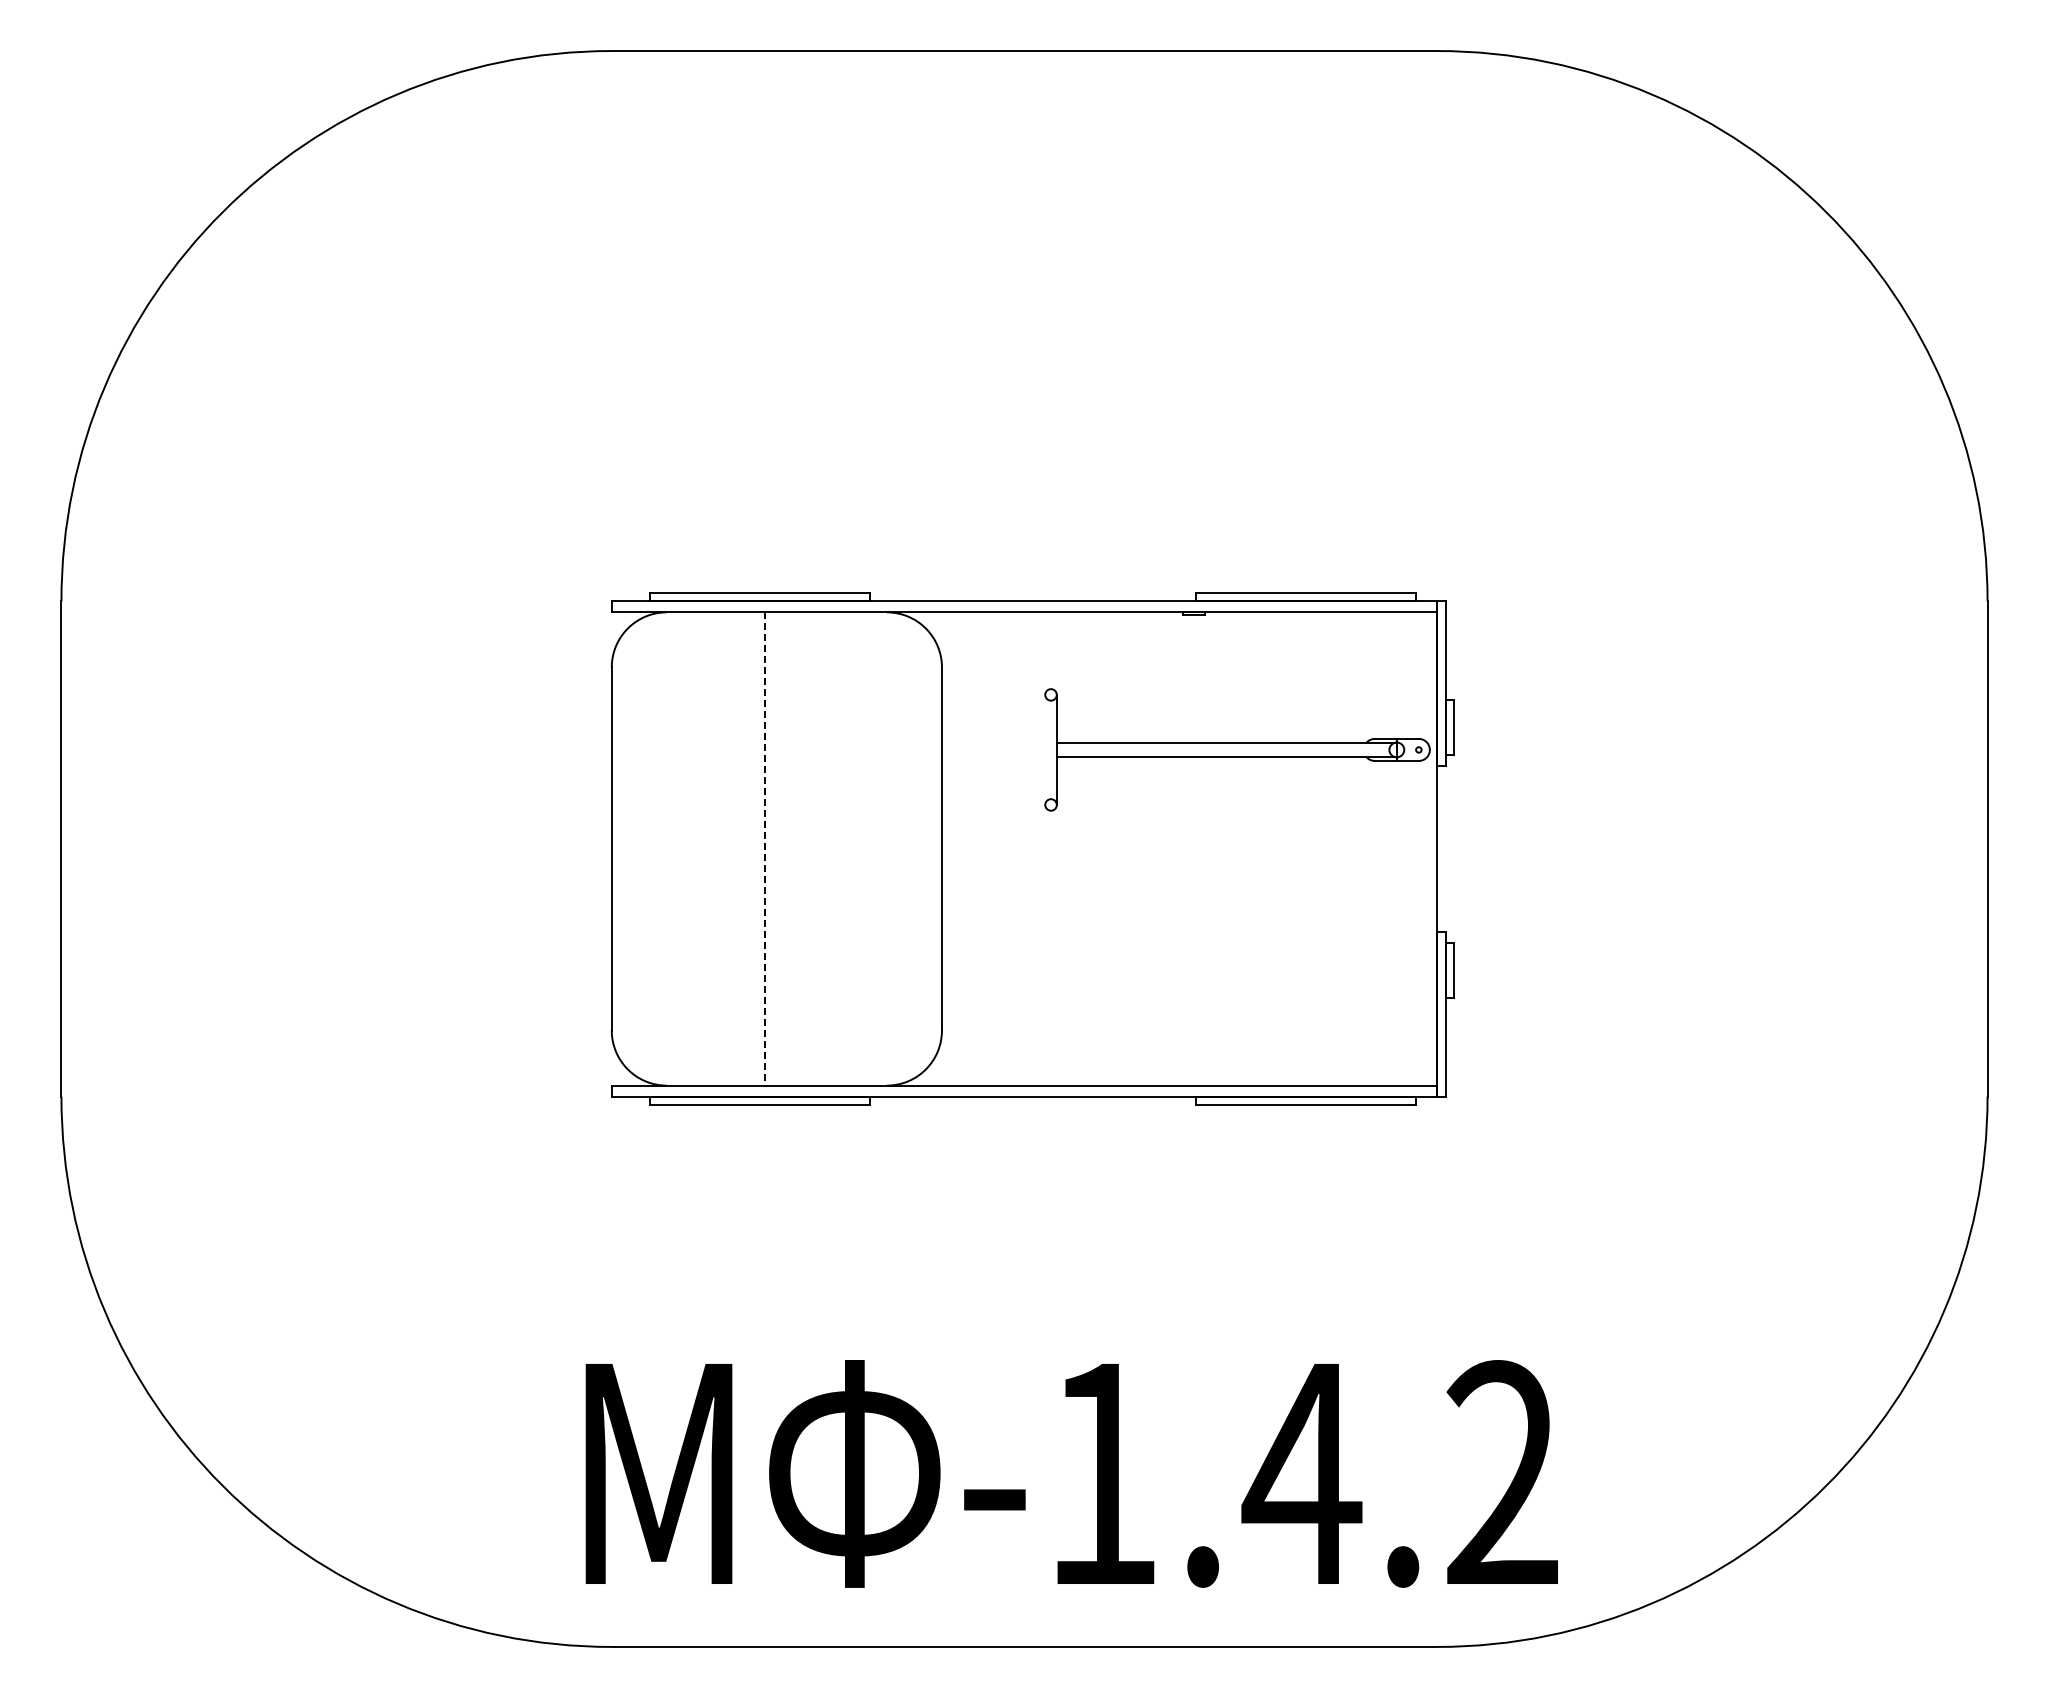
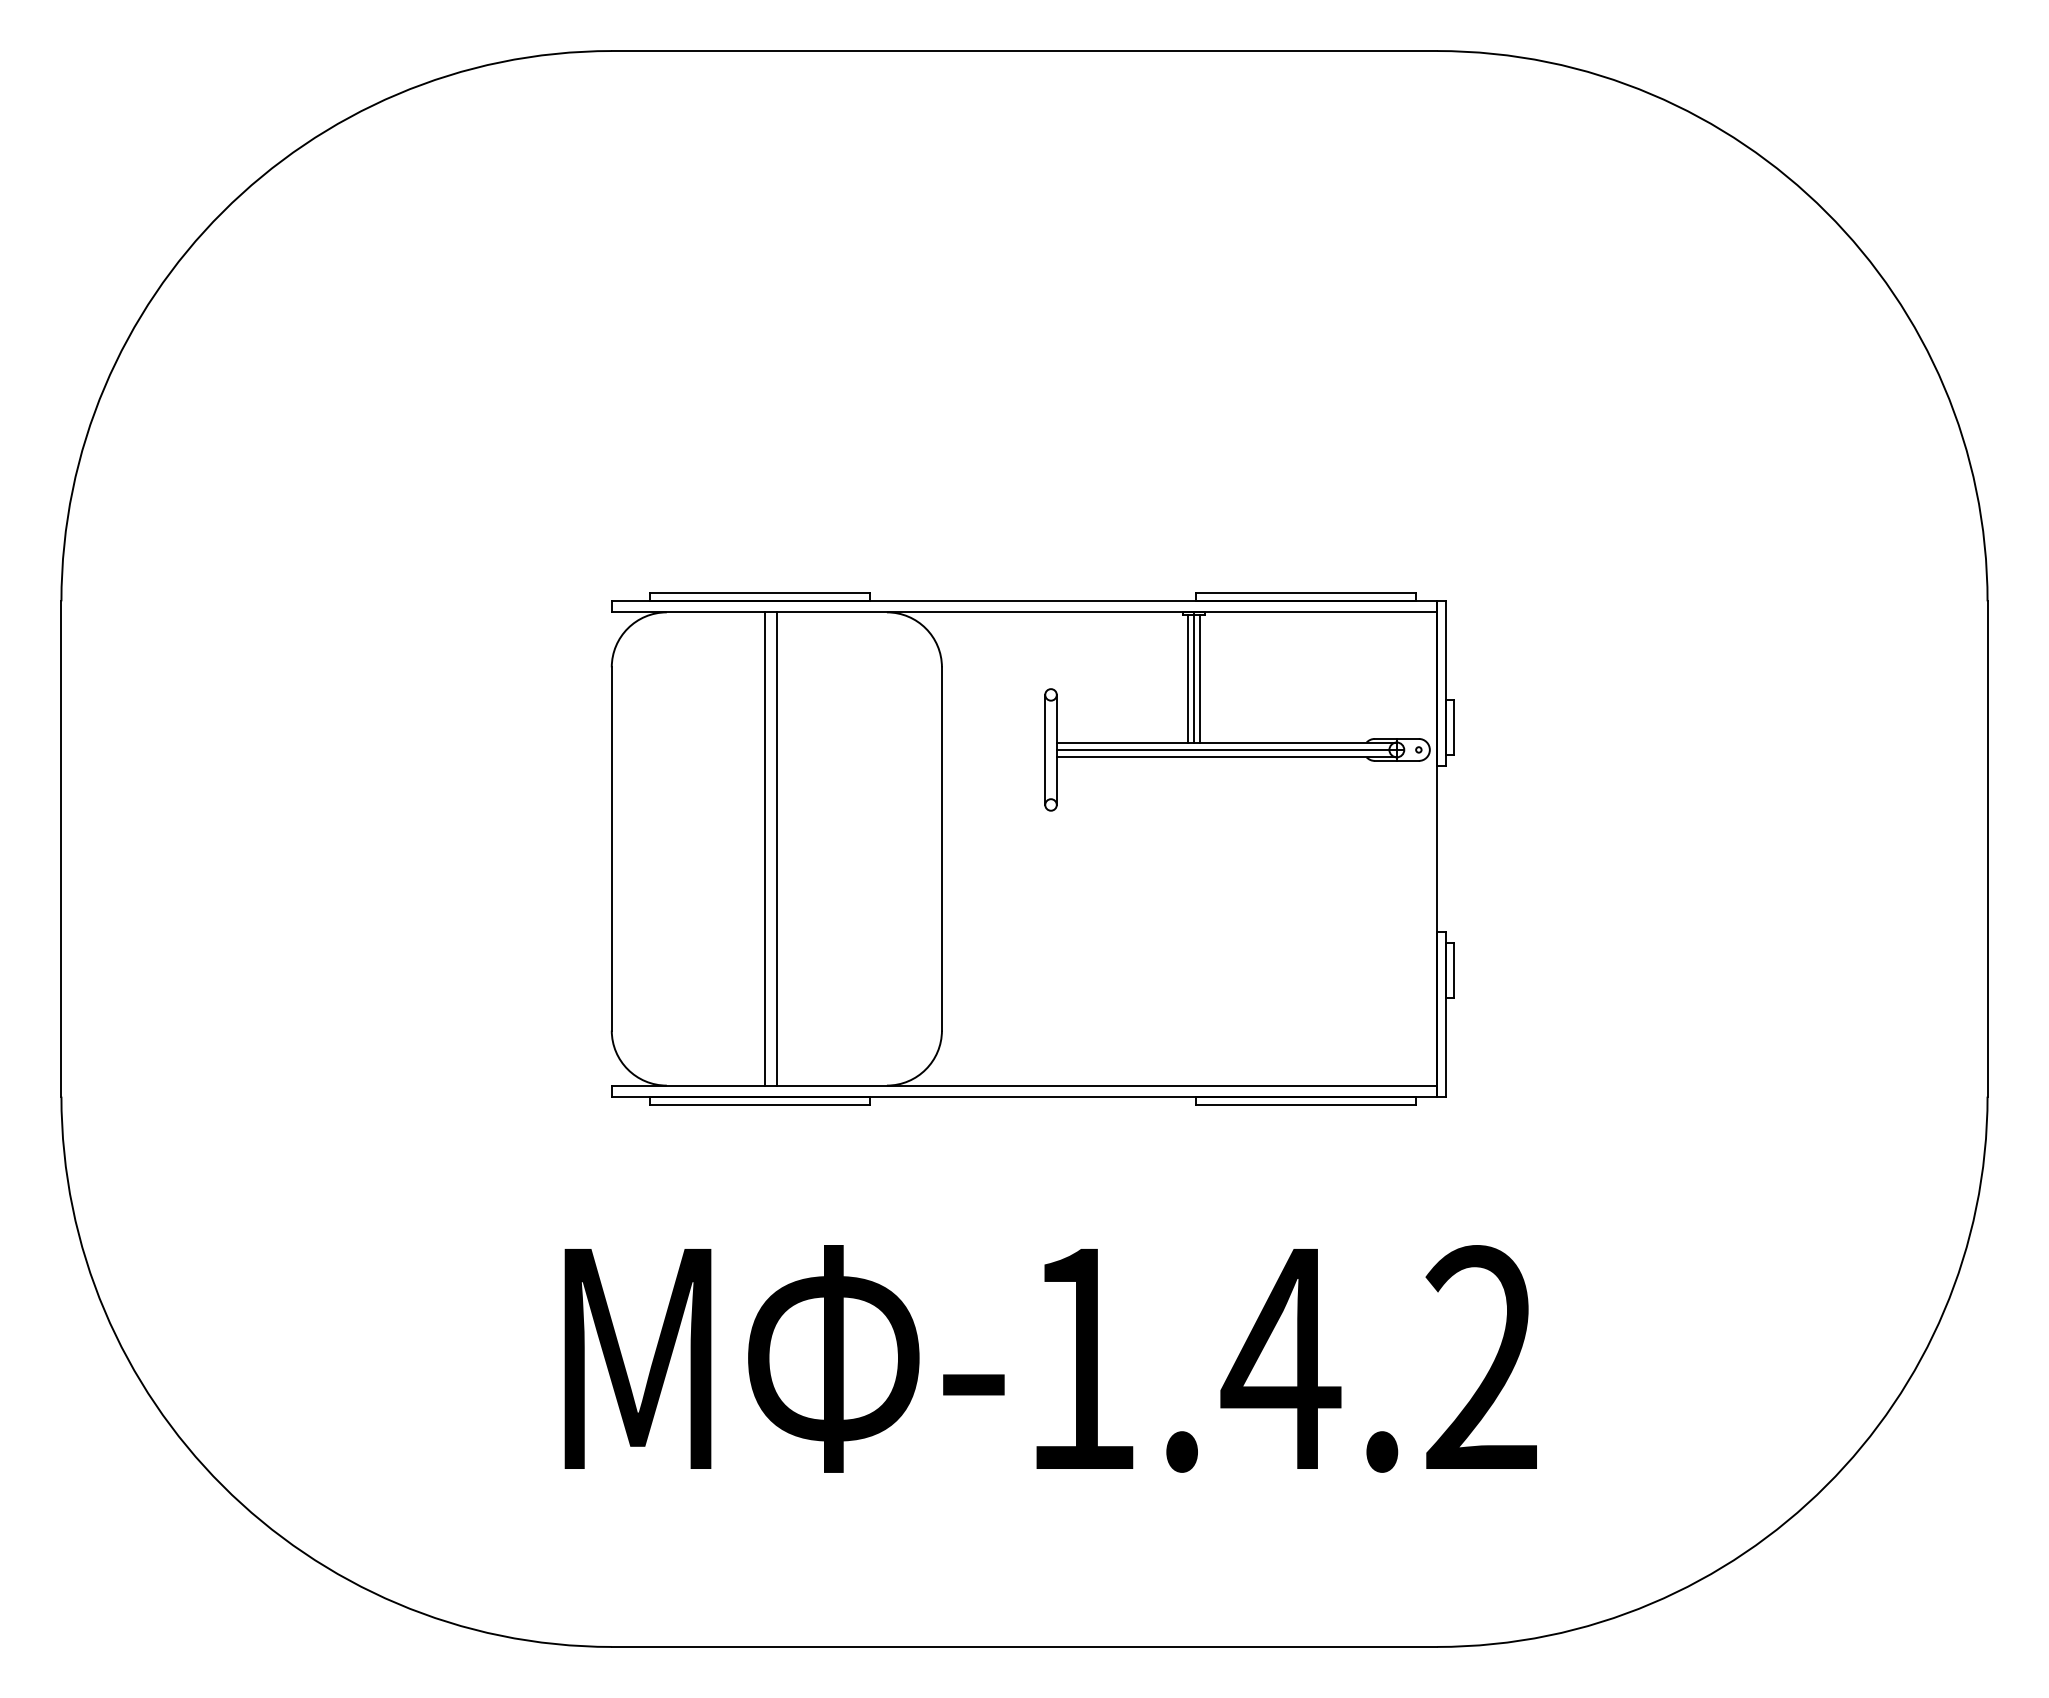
line at (1193, 677): none -> present
line at (1188, 678): none -> present
line at (1199, 678): none -> present
line at (1045, 749): none -> present
line at (1230, 749): none -> present
line at (764, 848): dashed -> solid
line at (776, 848): none -> present
text at (1071, 1473) position: (1071, 1473) -> (1050, 1358)
